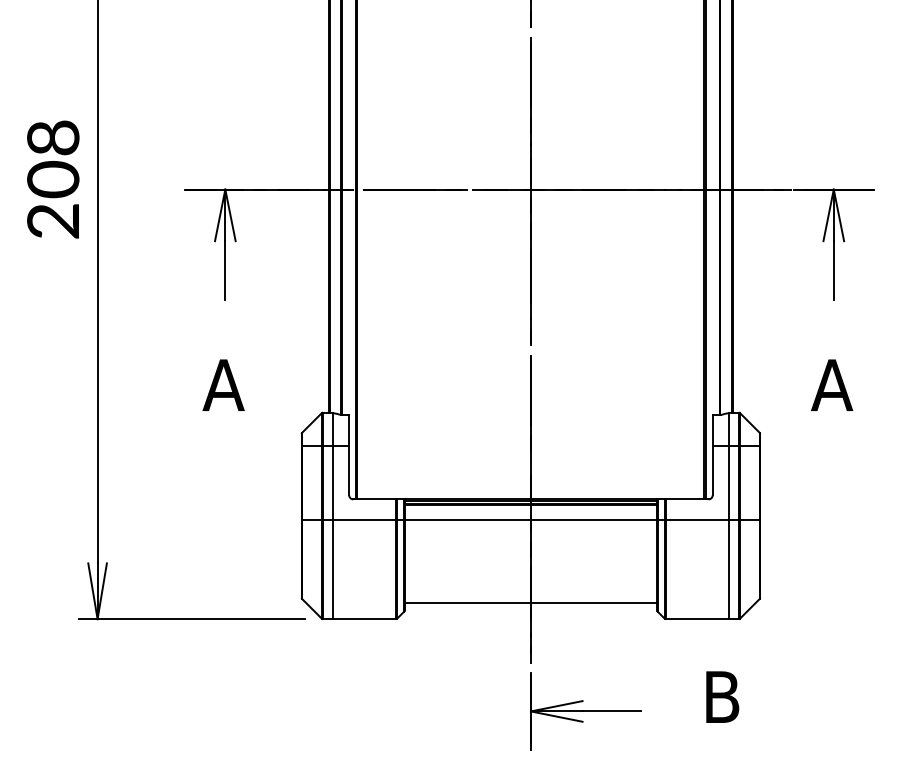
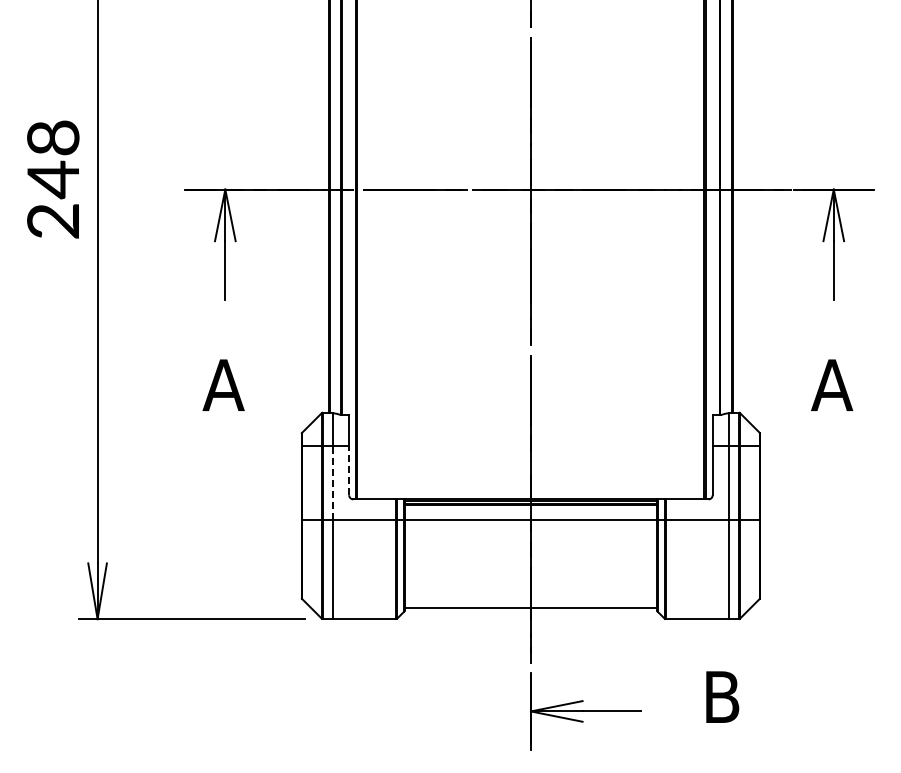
text at (53, 179): 208 -> 248
line at (349, 470): solid -> dashed
line at (332, 482): solid -> dashed
line at (530, 602) position: (530, 602) -> (530, 607)
